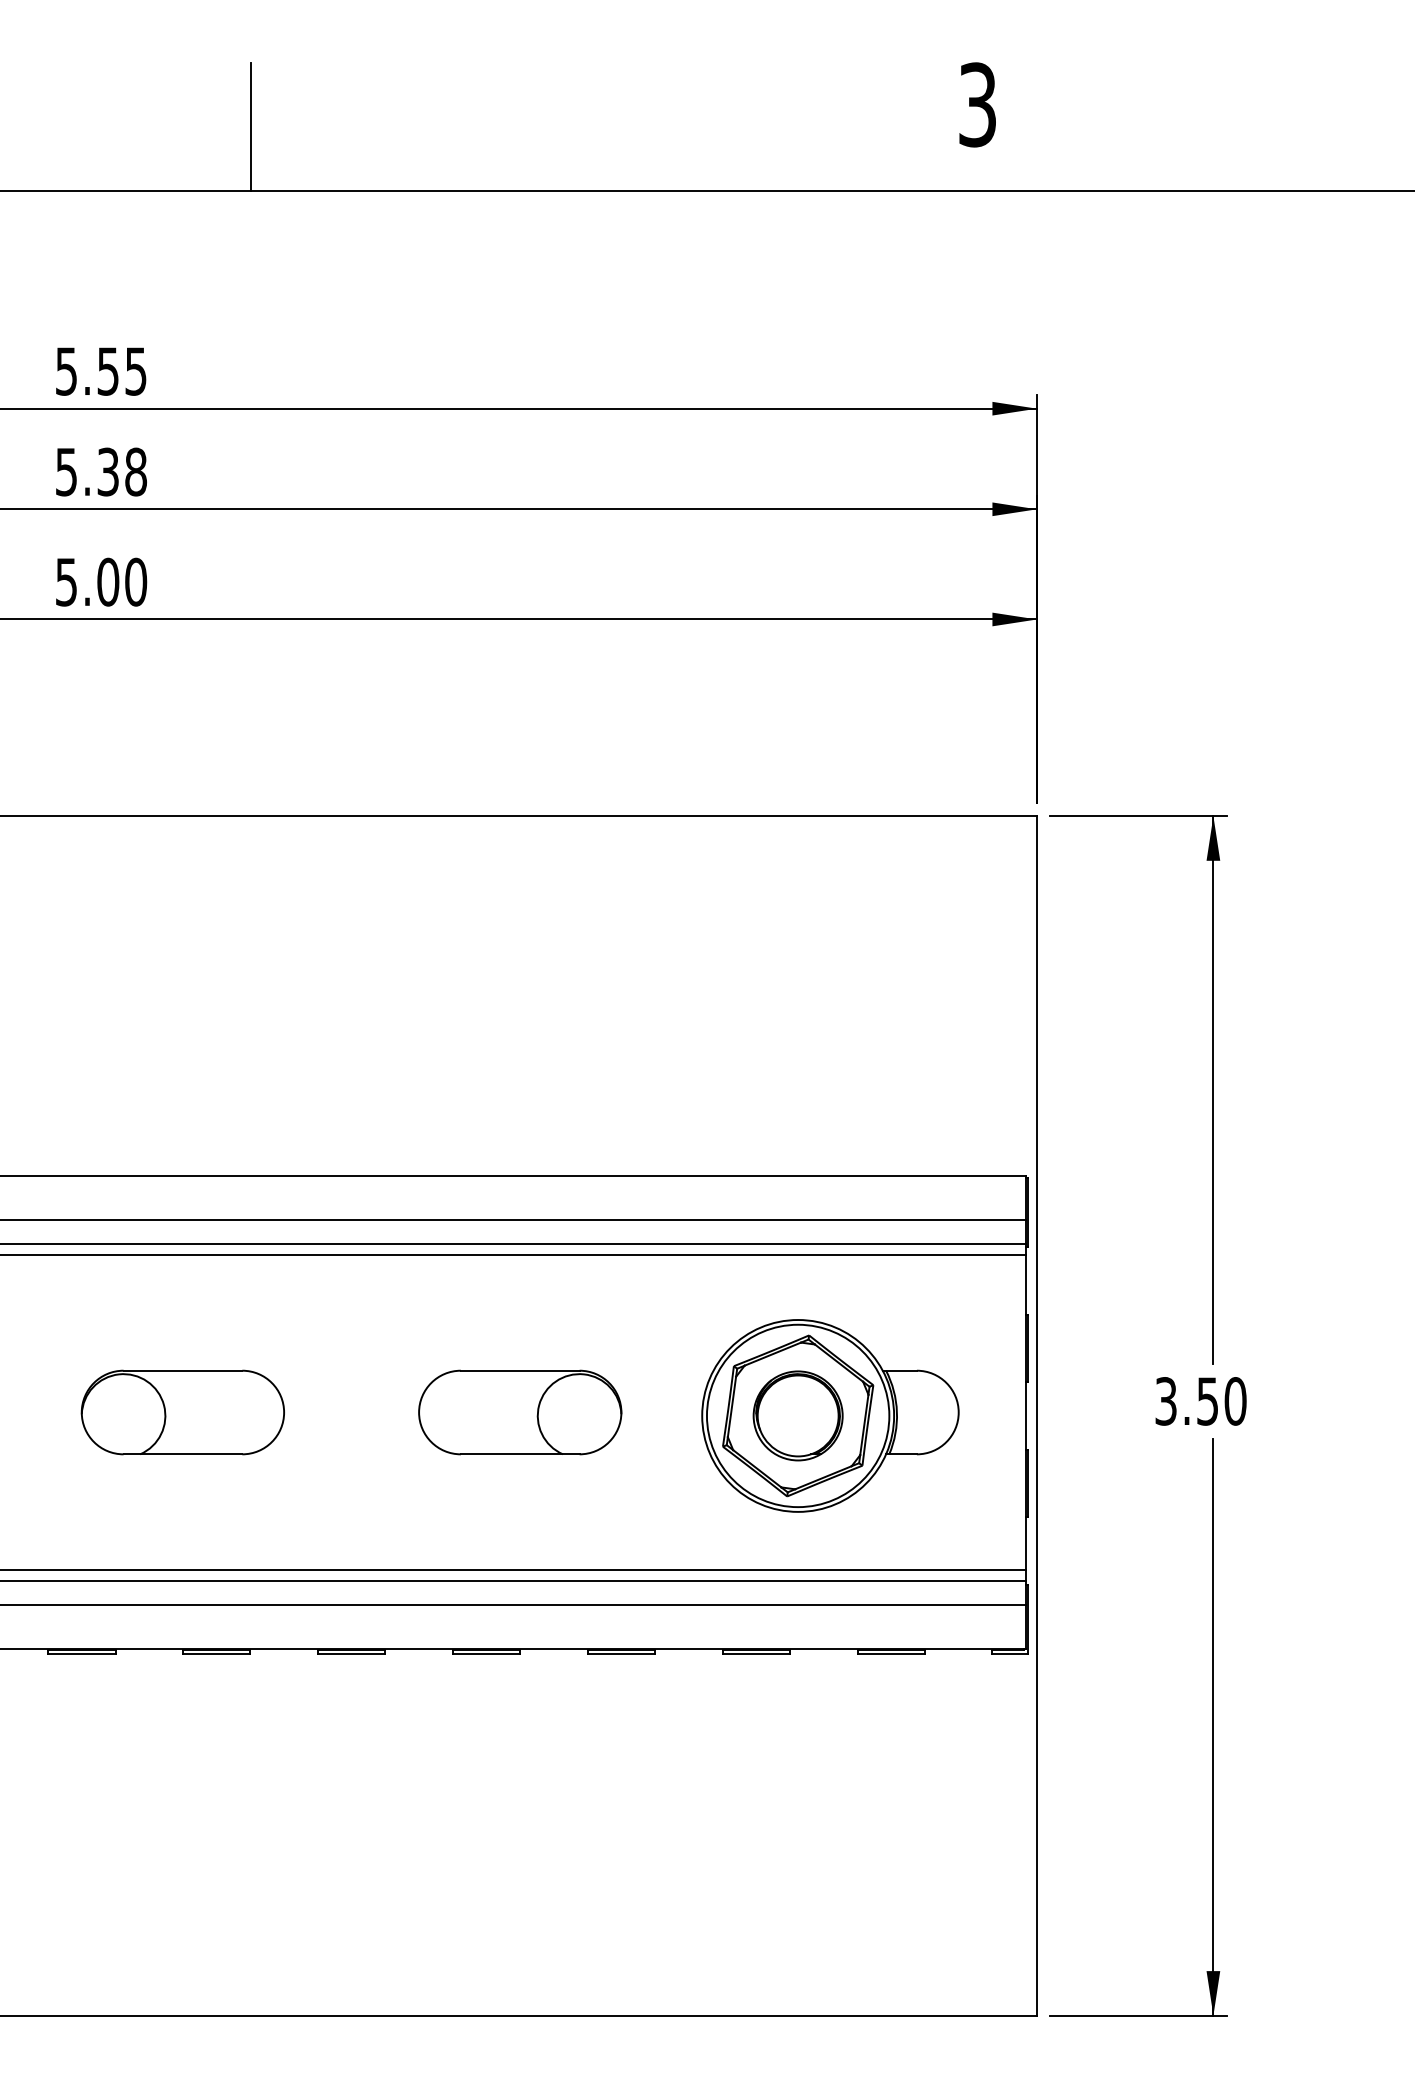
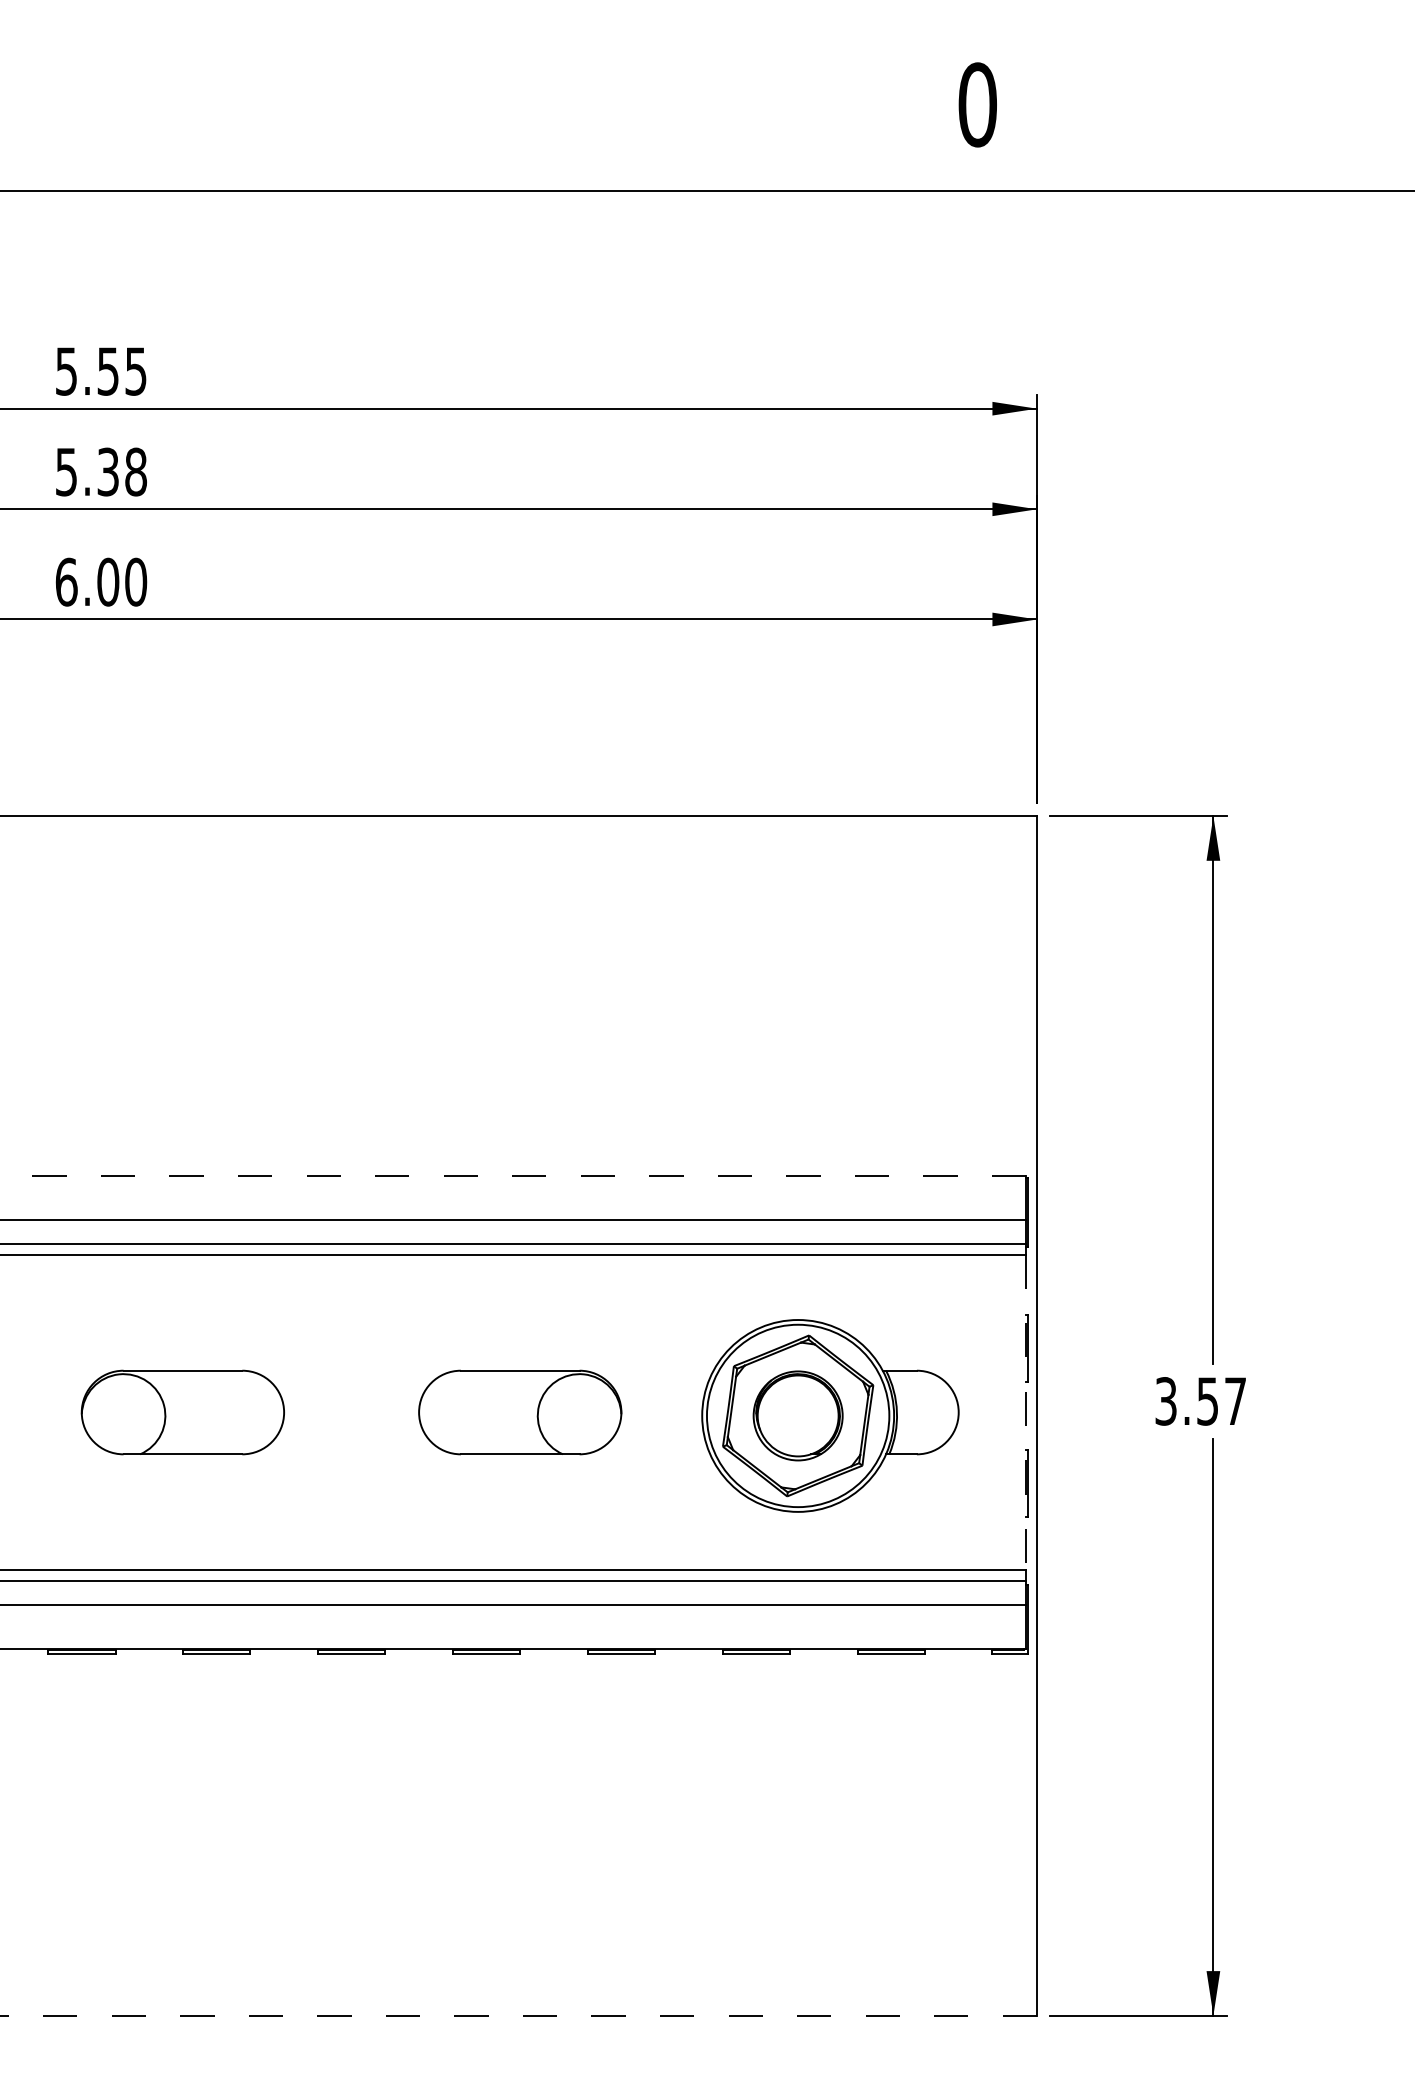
text at (977, 104): 3 -> 0
line at (250, 126): present -> none
text at (66, 581): 5.00 -> 6.00
line at (513, 1176): solid -> dashed
text at (1235, 1401): 3.50 -> 3.57
line at (1026, 1412): solid -> dashed
line at (518, 2015): solid -> dashed
